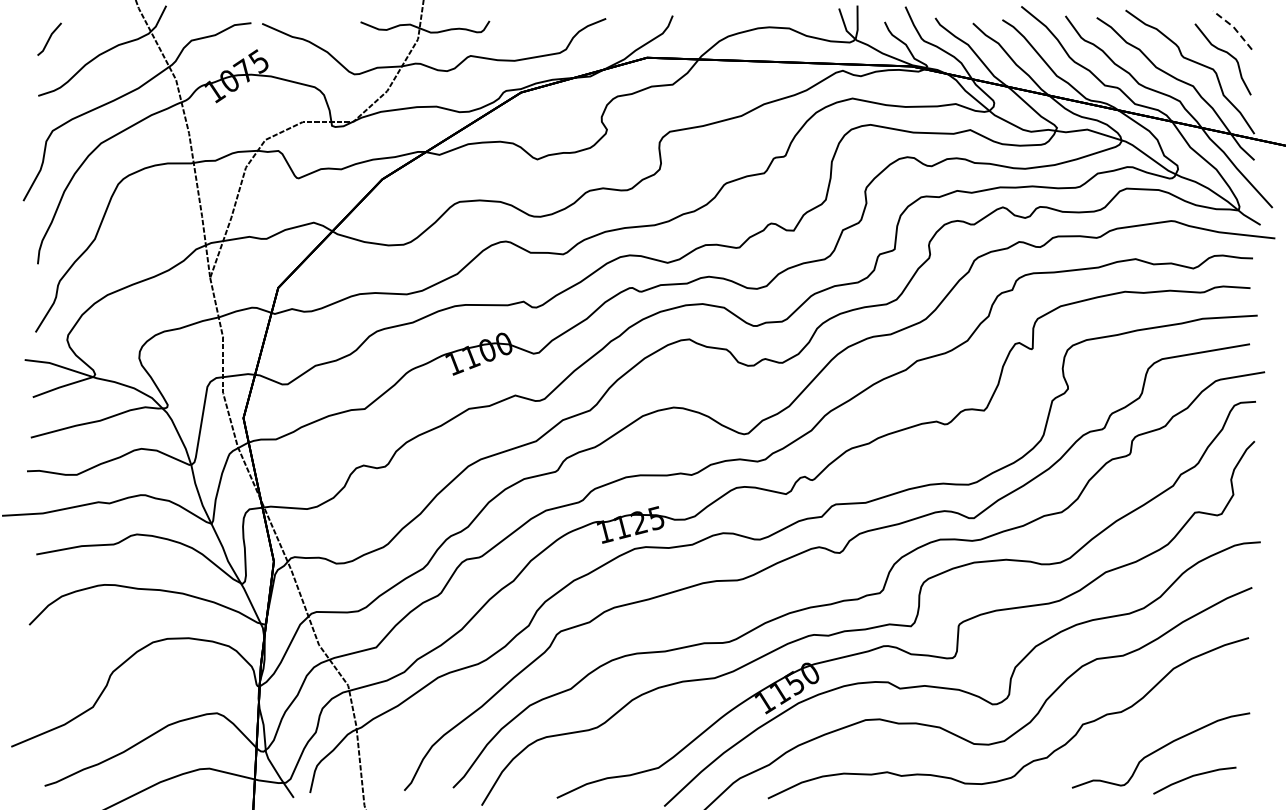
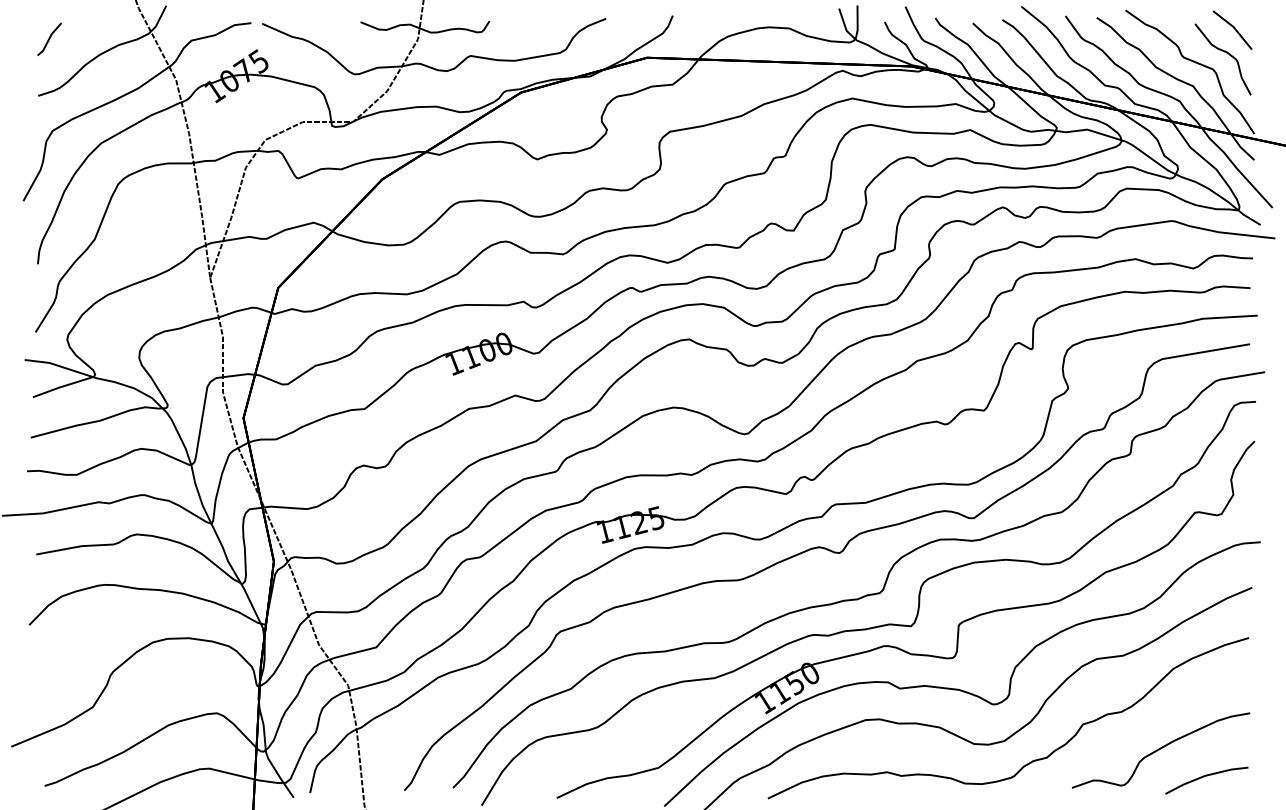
line at (1234, 27): dashed -> solid
line at (1192, 777) position: (1192, 777) -> (1204, 777)
